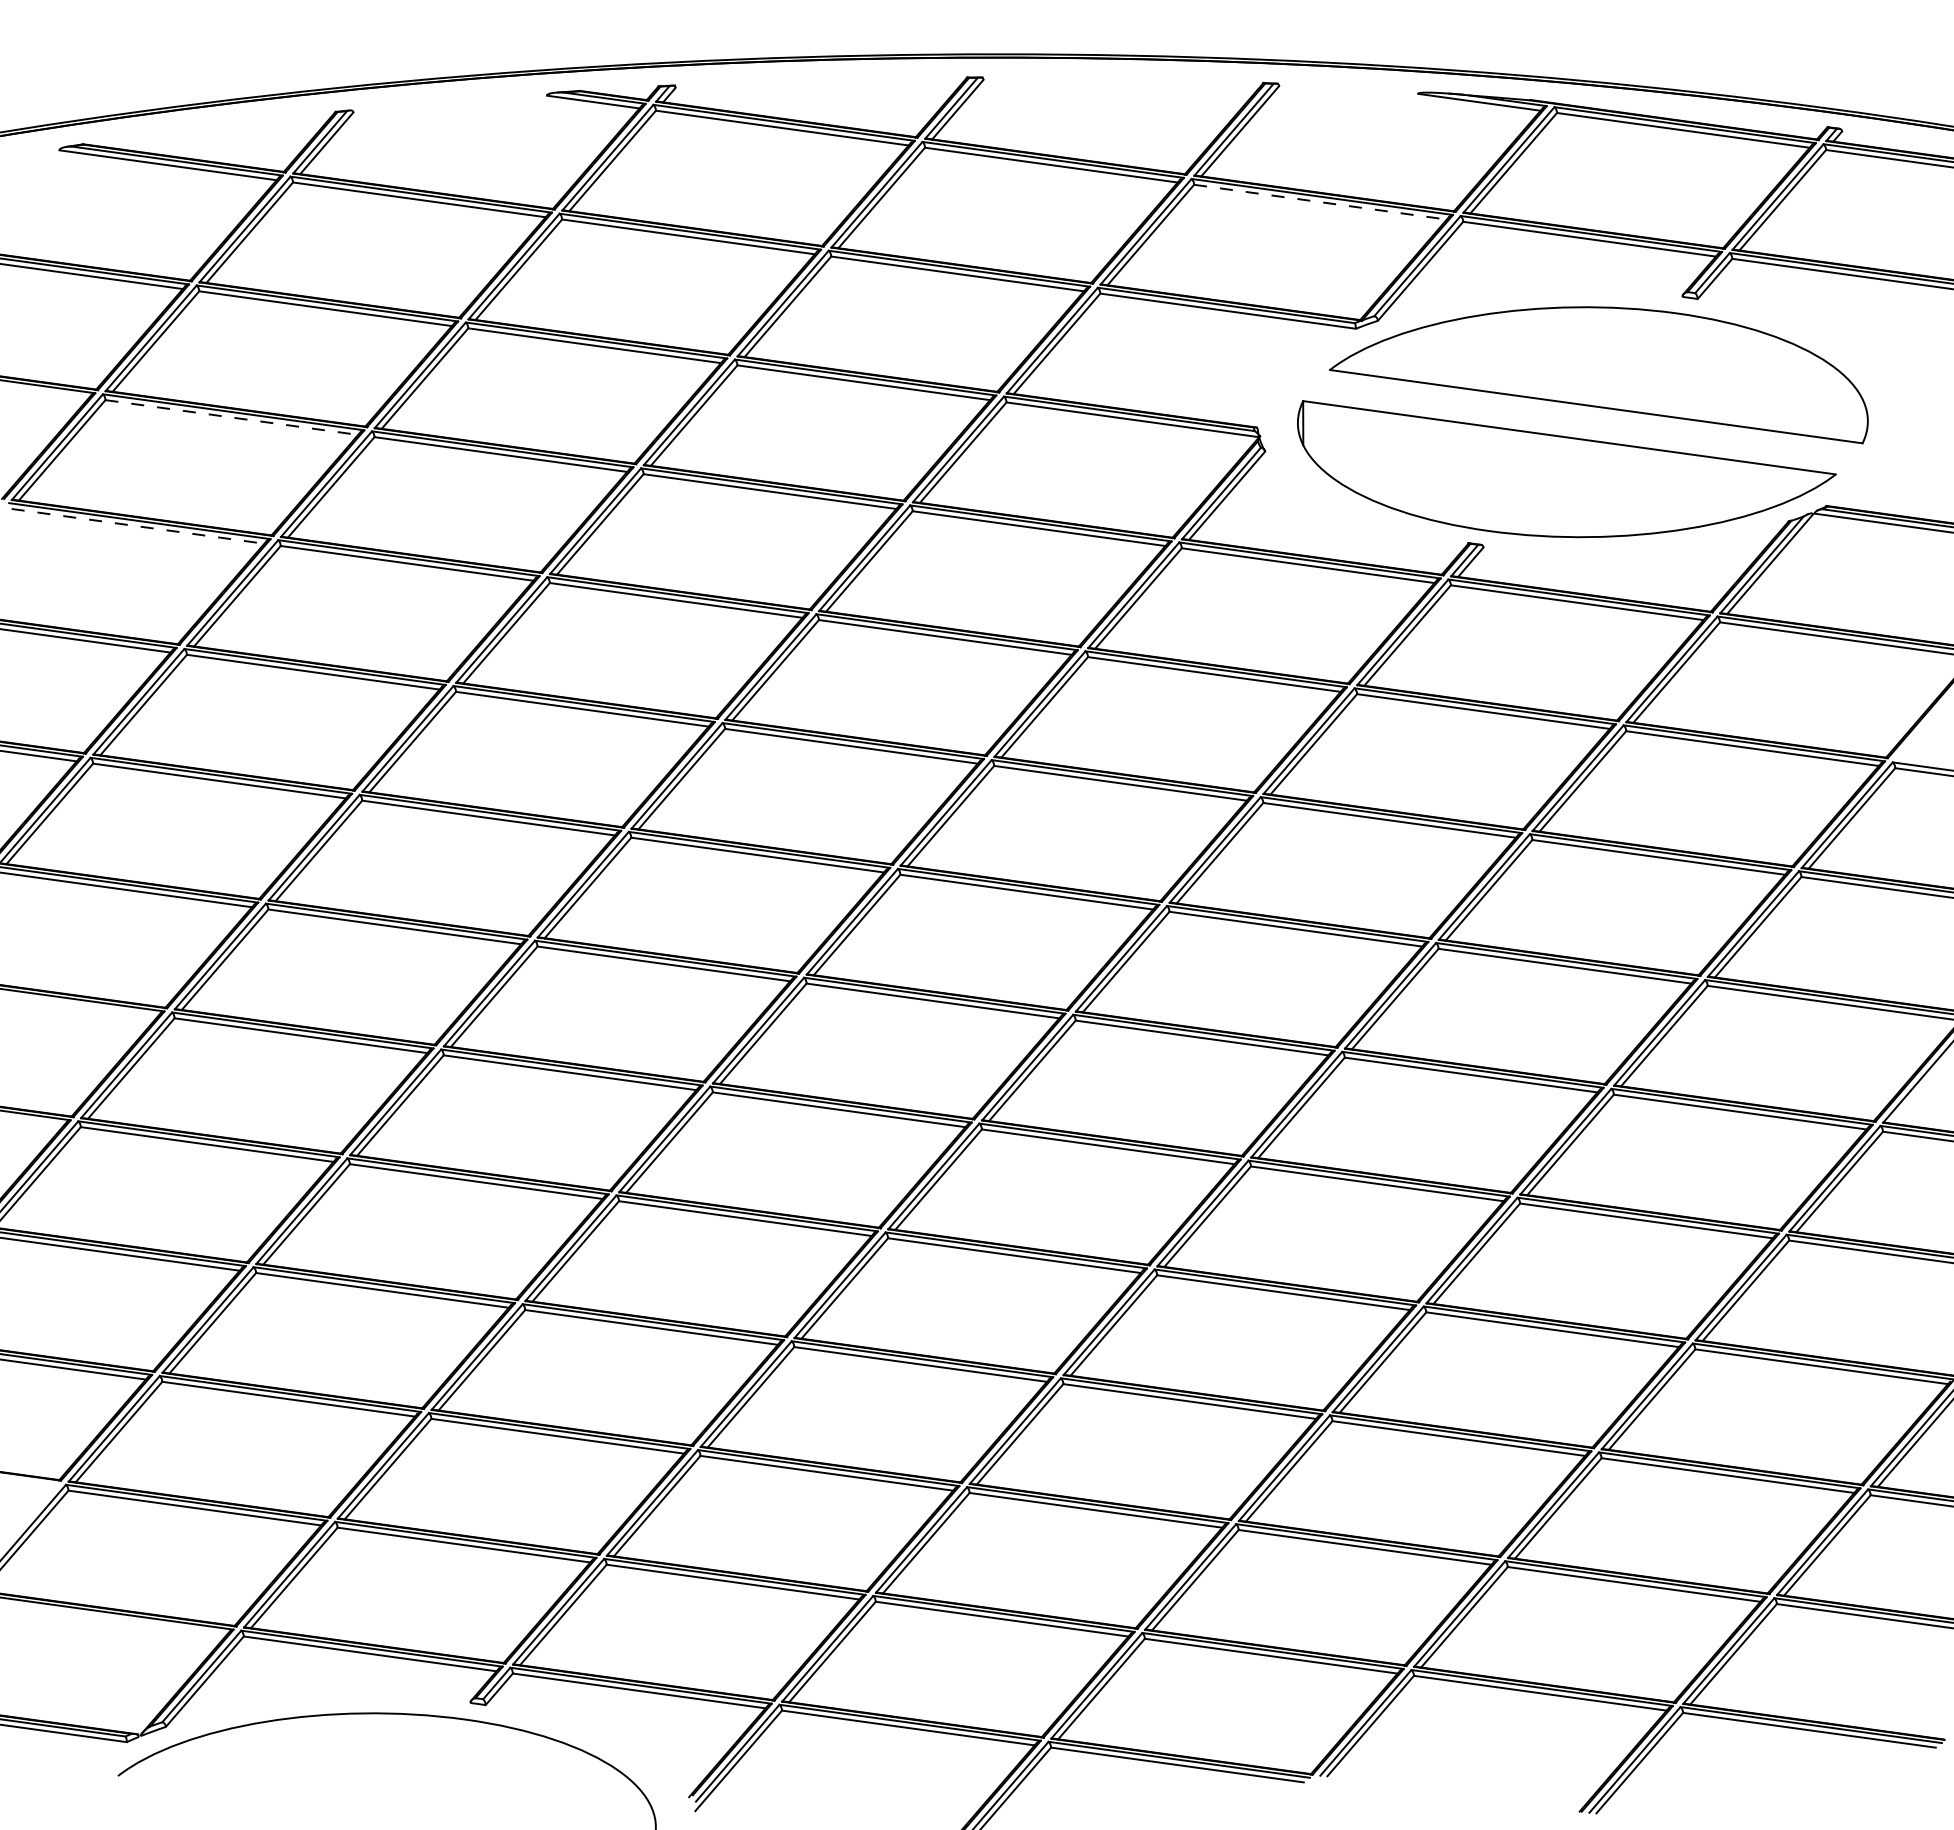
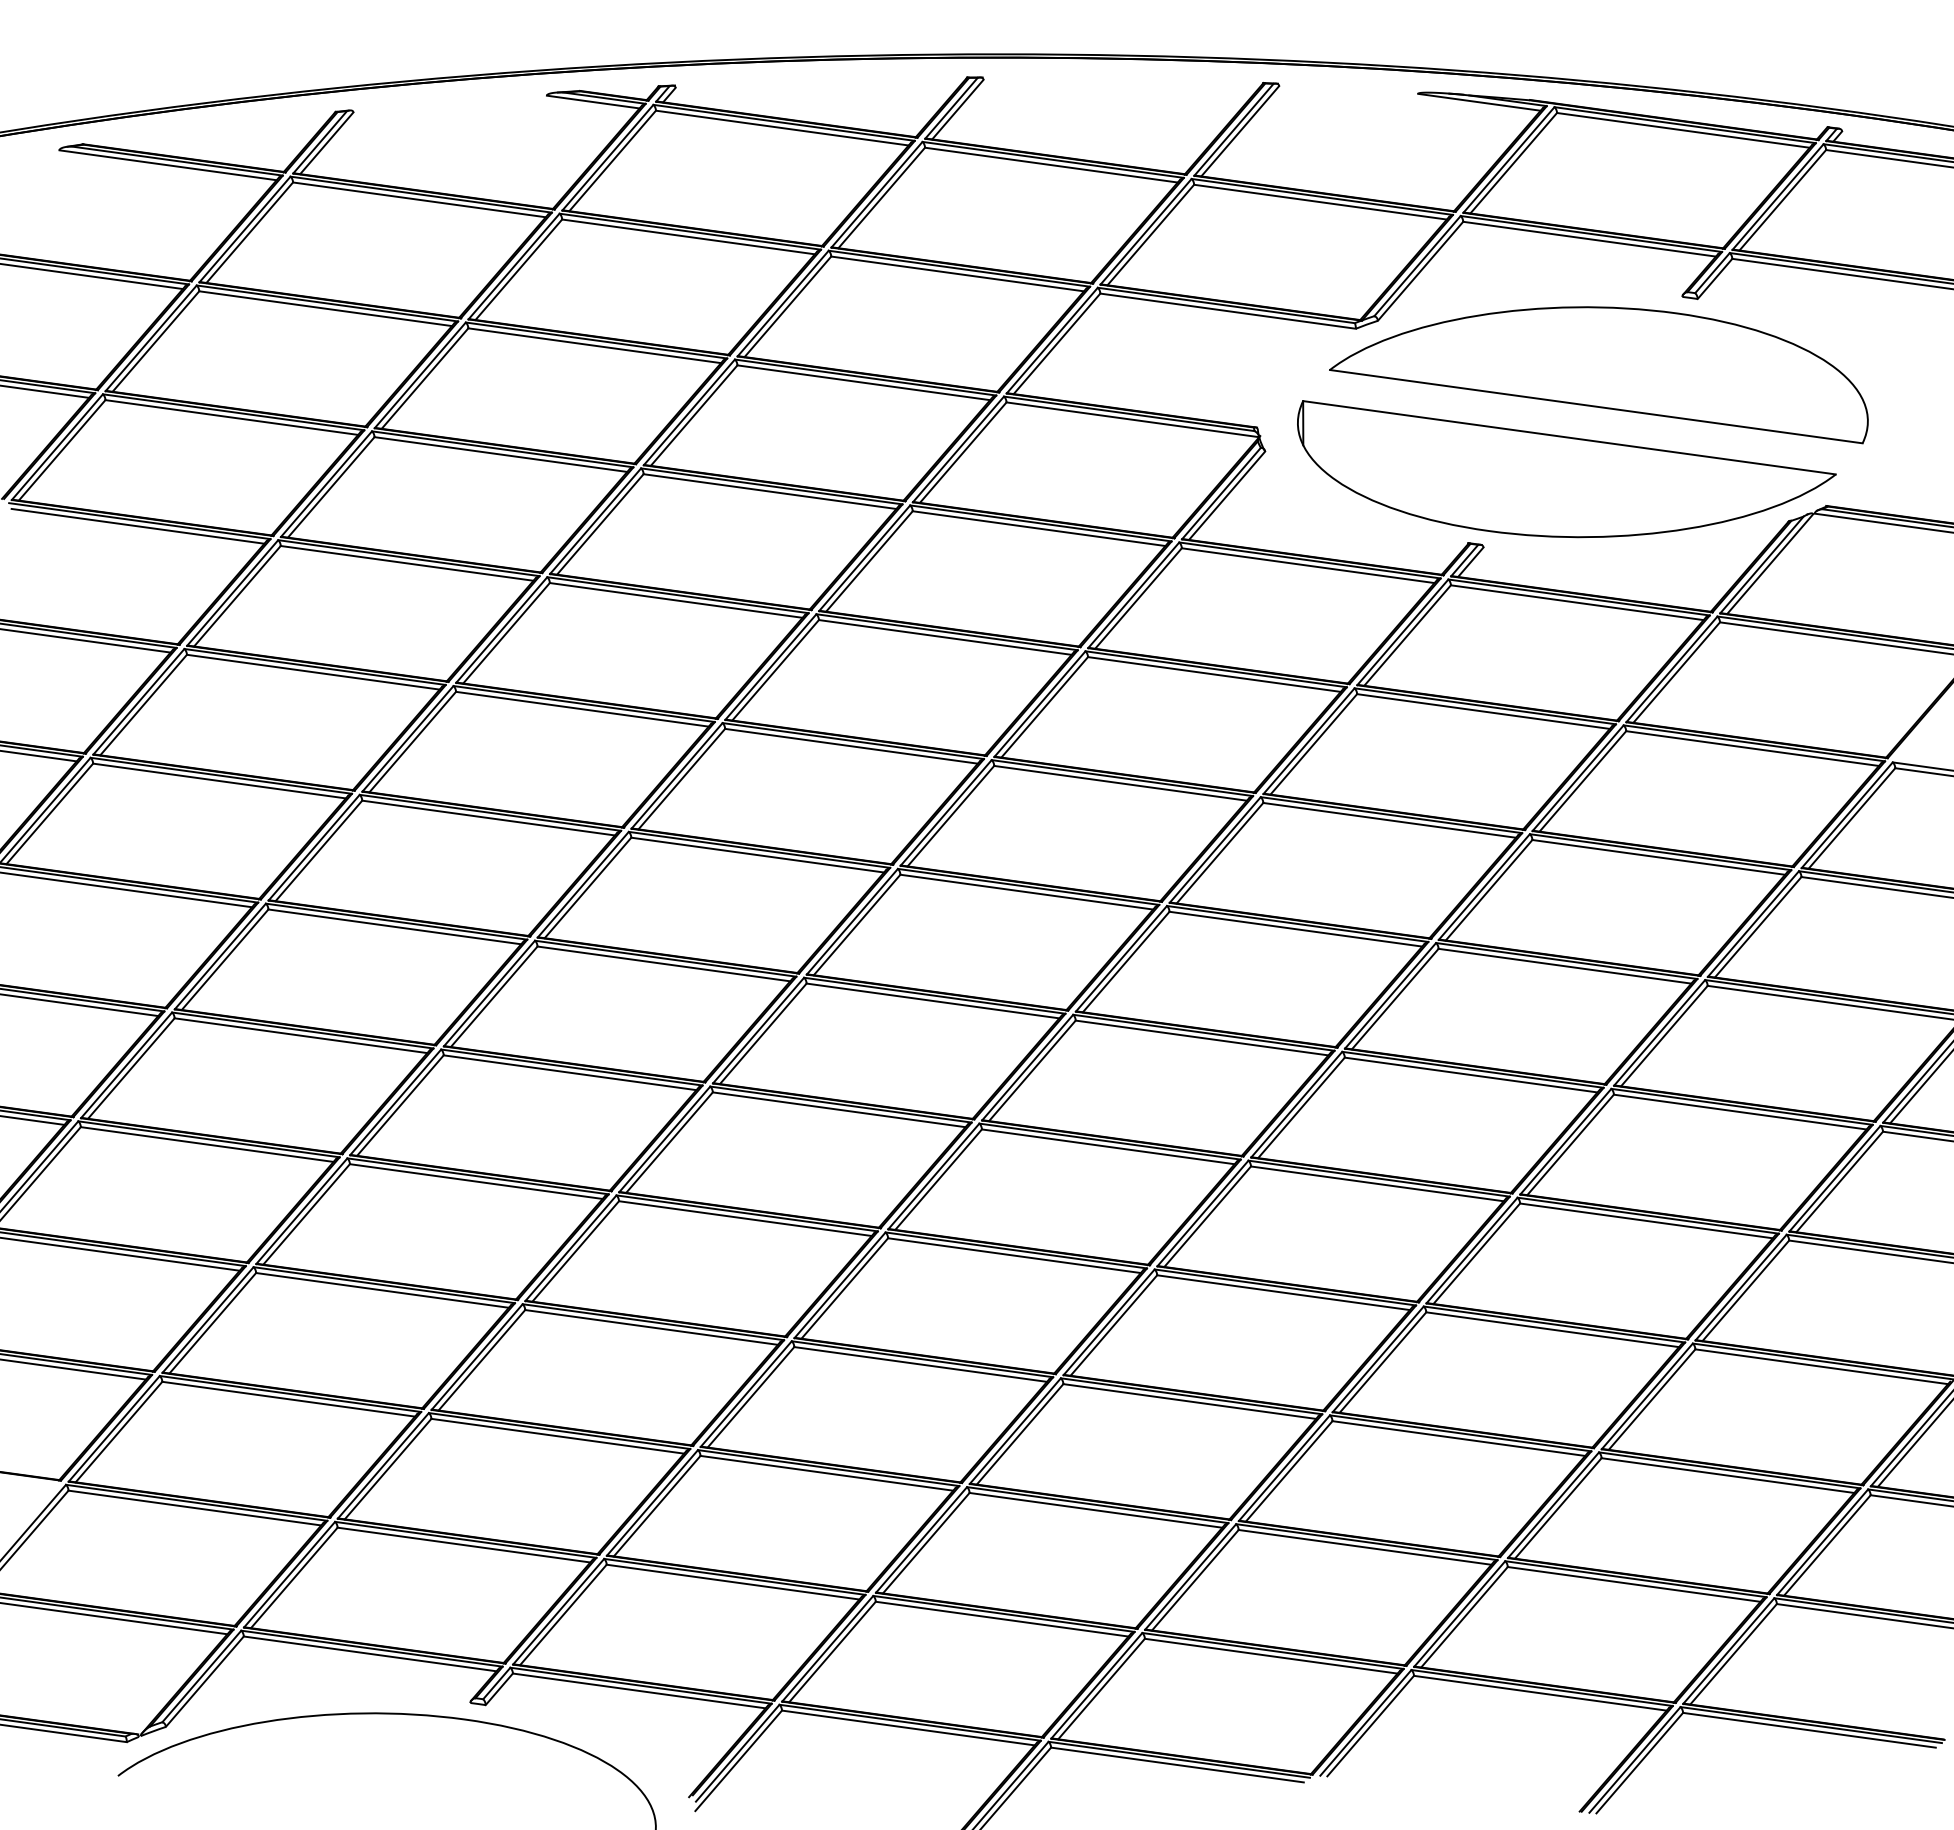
line at (1320, 202): dashed -> solid
line at (45, 391): none -> present
line at (231, 417): dashed -> solid
line at (138, 526): dashed -> solid
line at (80, 1005): none -> present
line at (1920, 1088): none -> present
line at (33, 1120): none -> present
line at (114, 1618): none -> present
